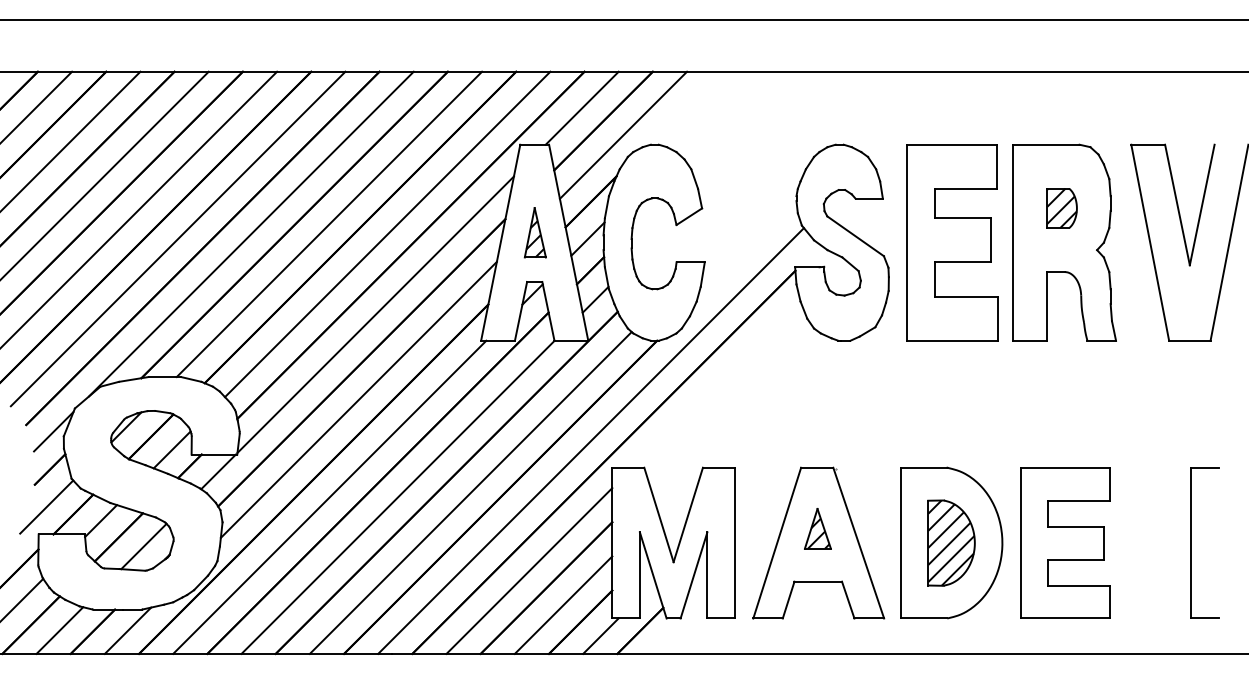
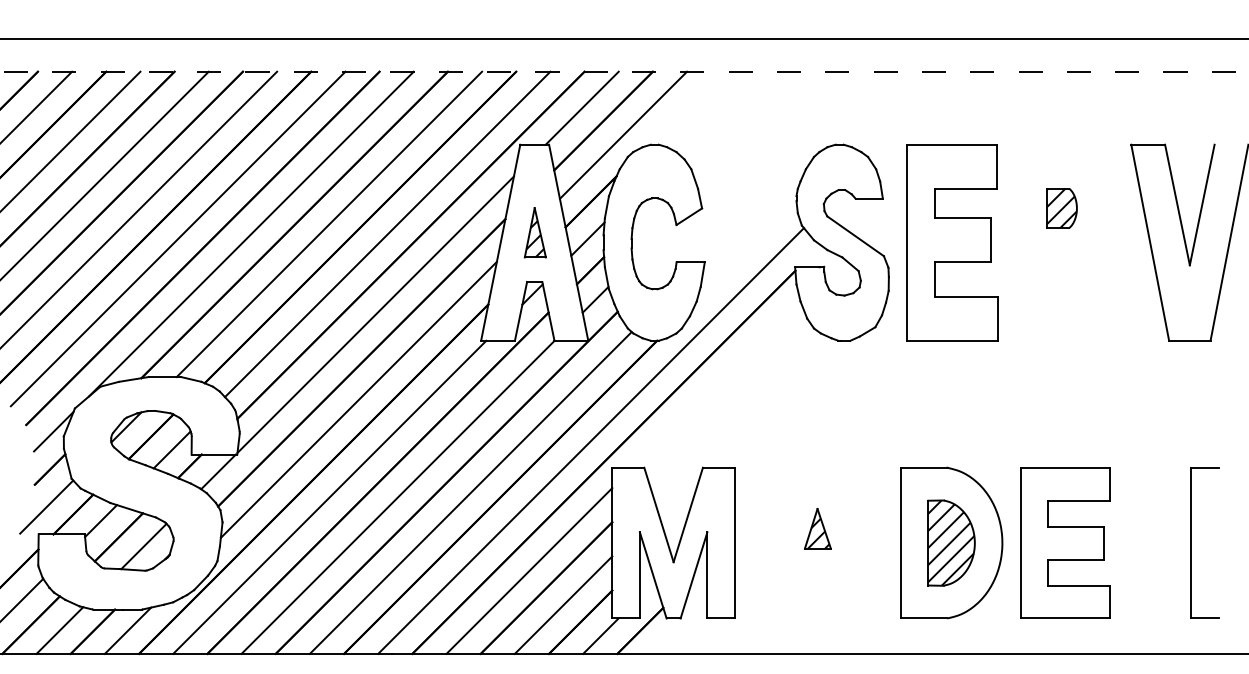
line at (623, 20) position: (623, 20) -> (623, 39)
line at (624, 71): solid -> dashed
part at (1064, 242): present -> none
part at (818, 542): present -> none
